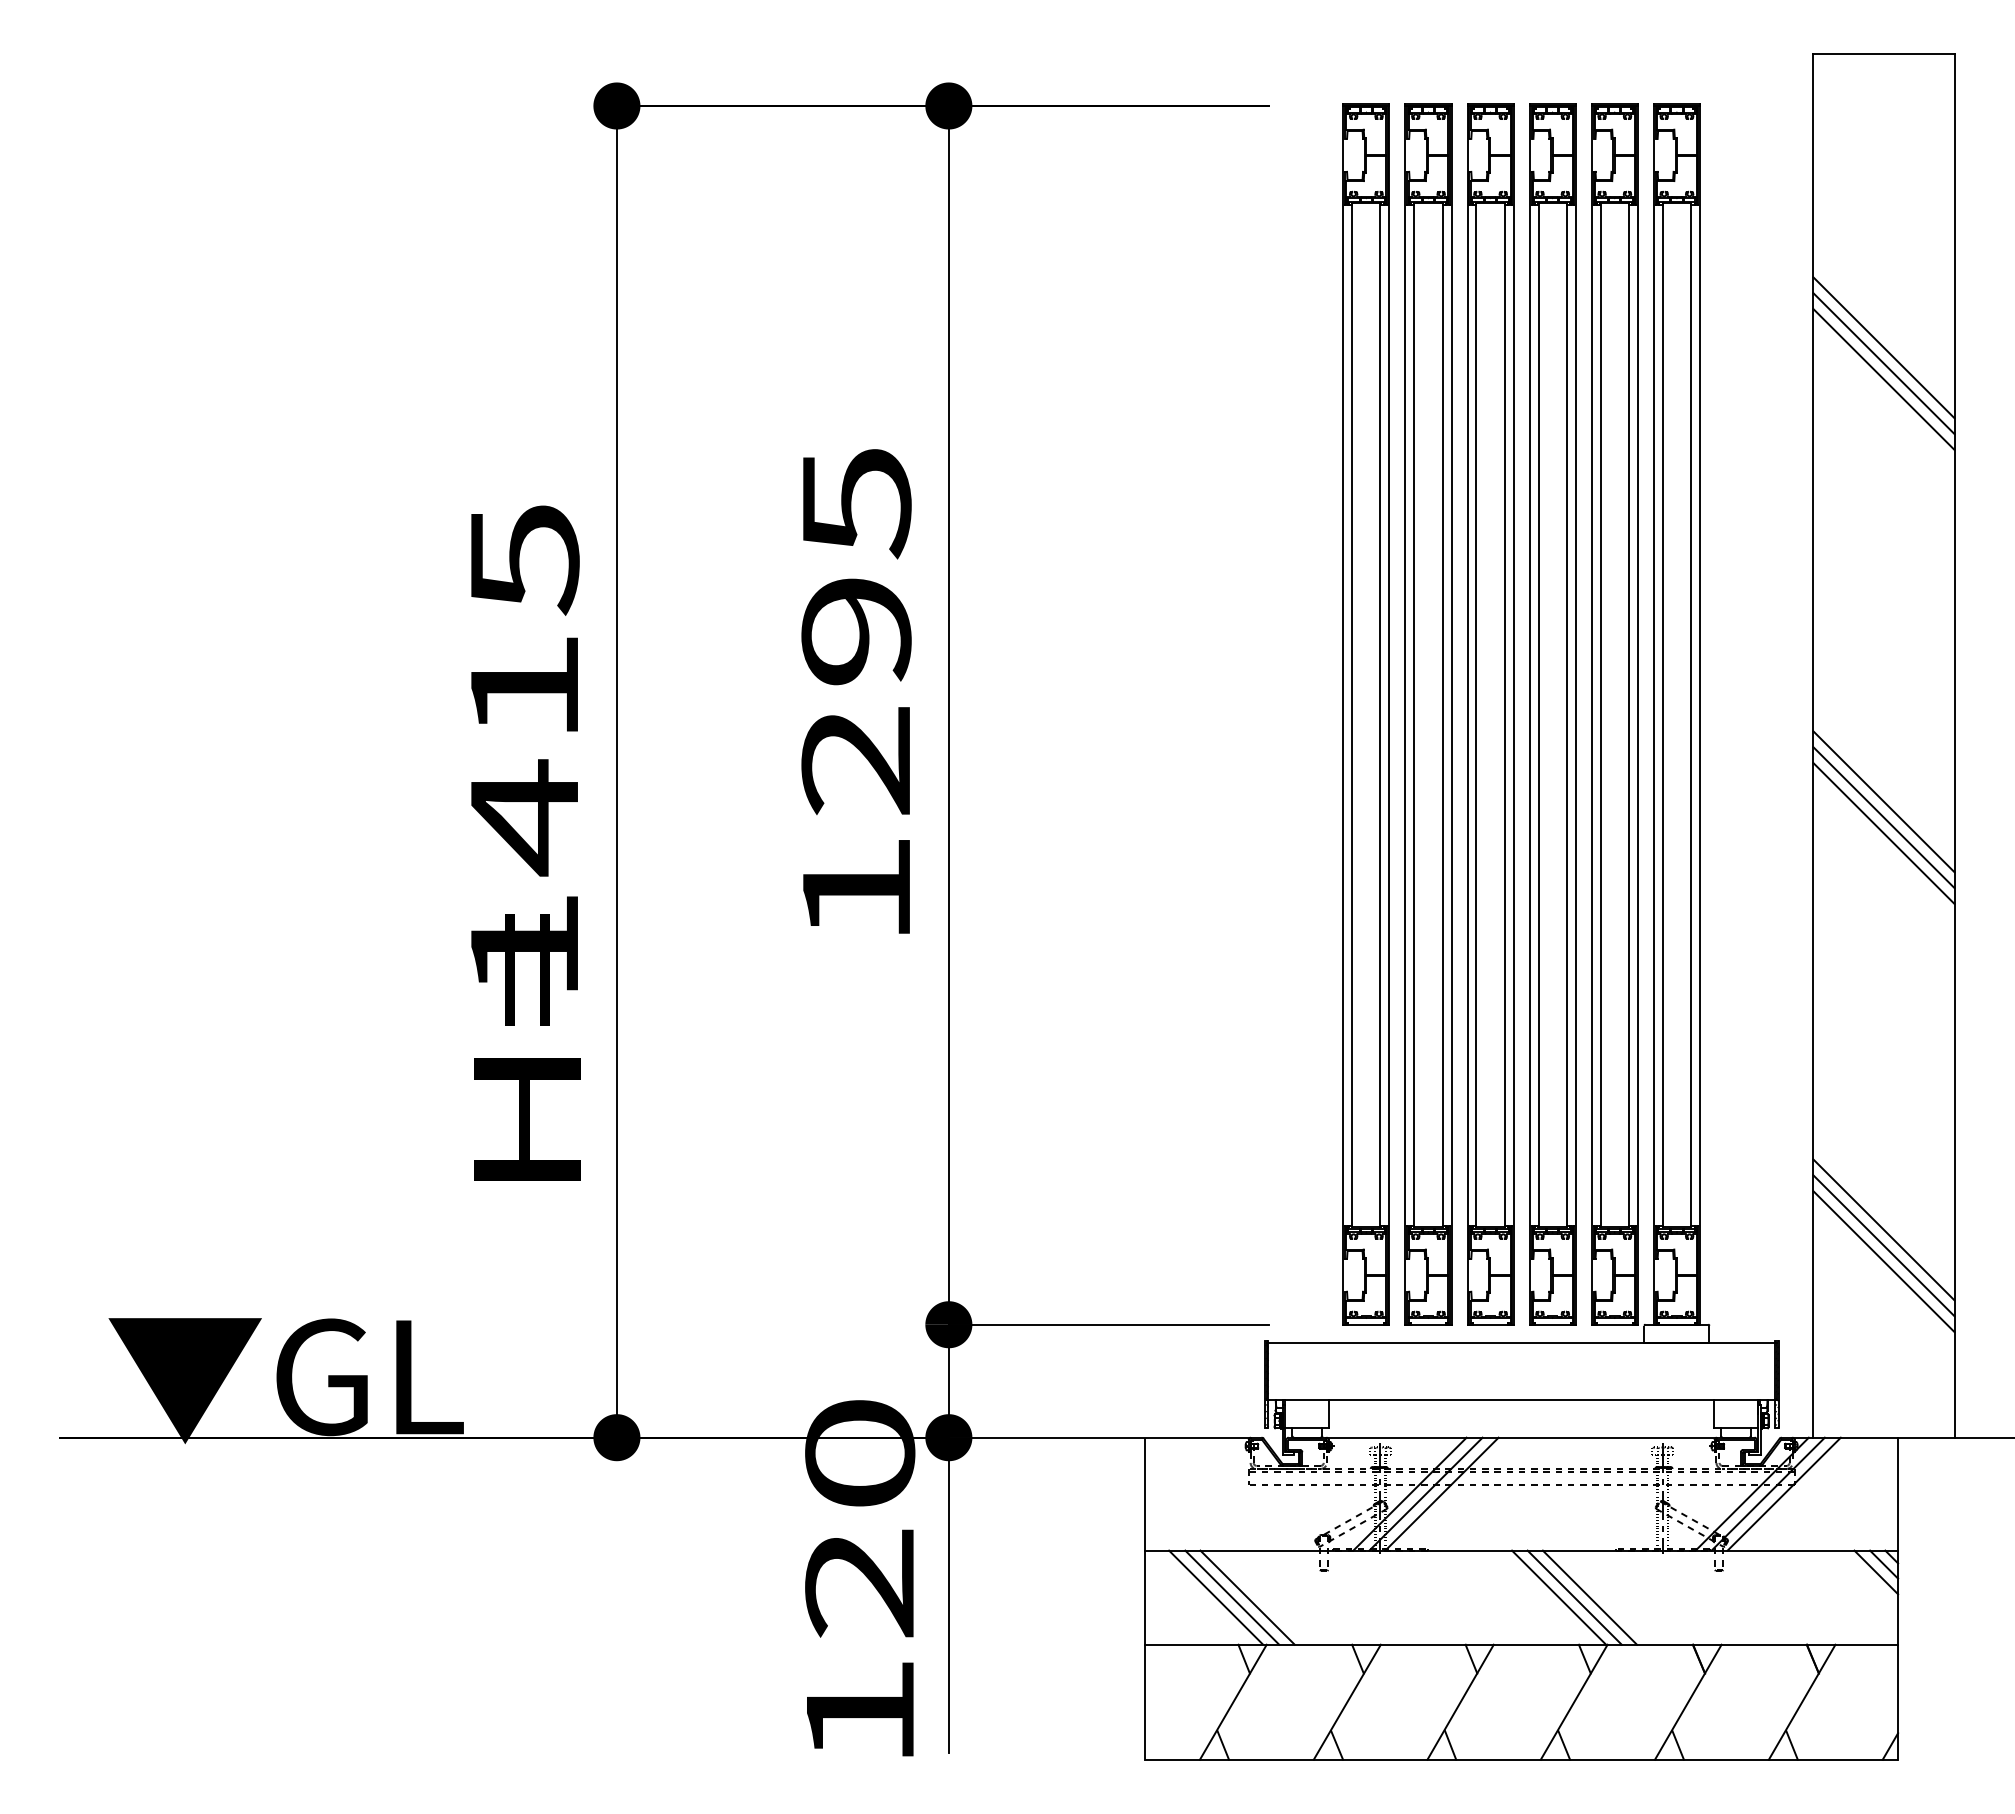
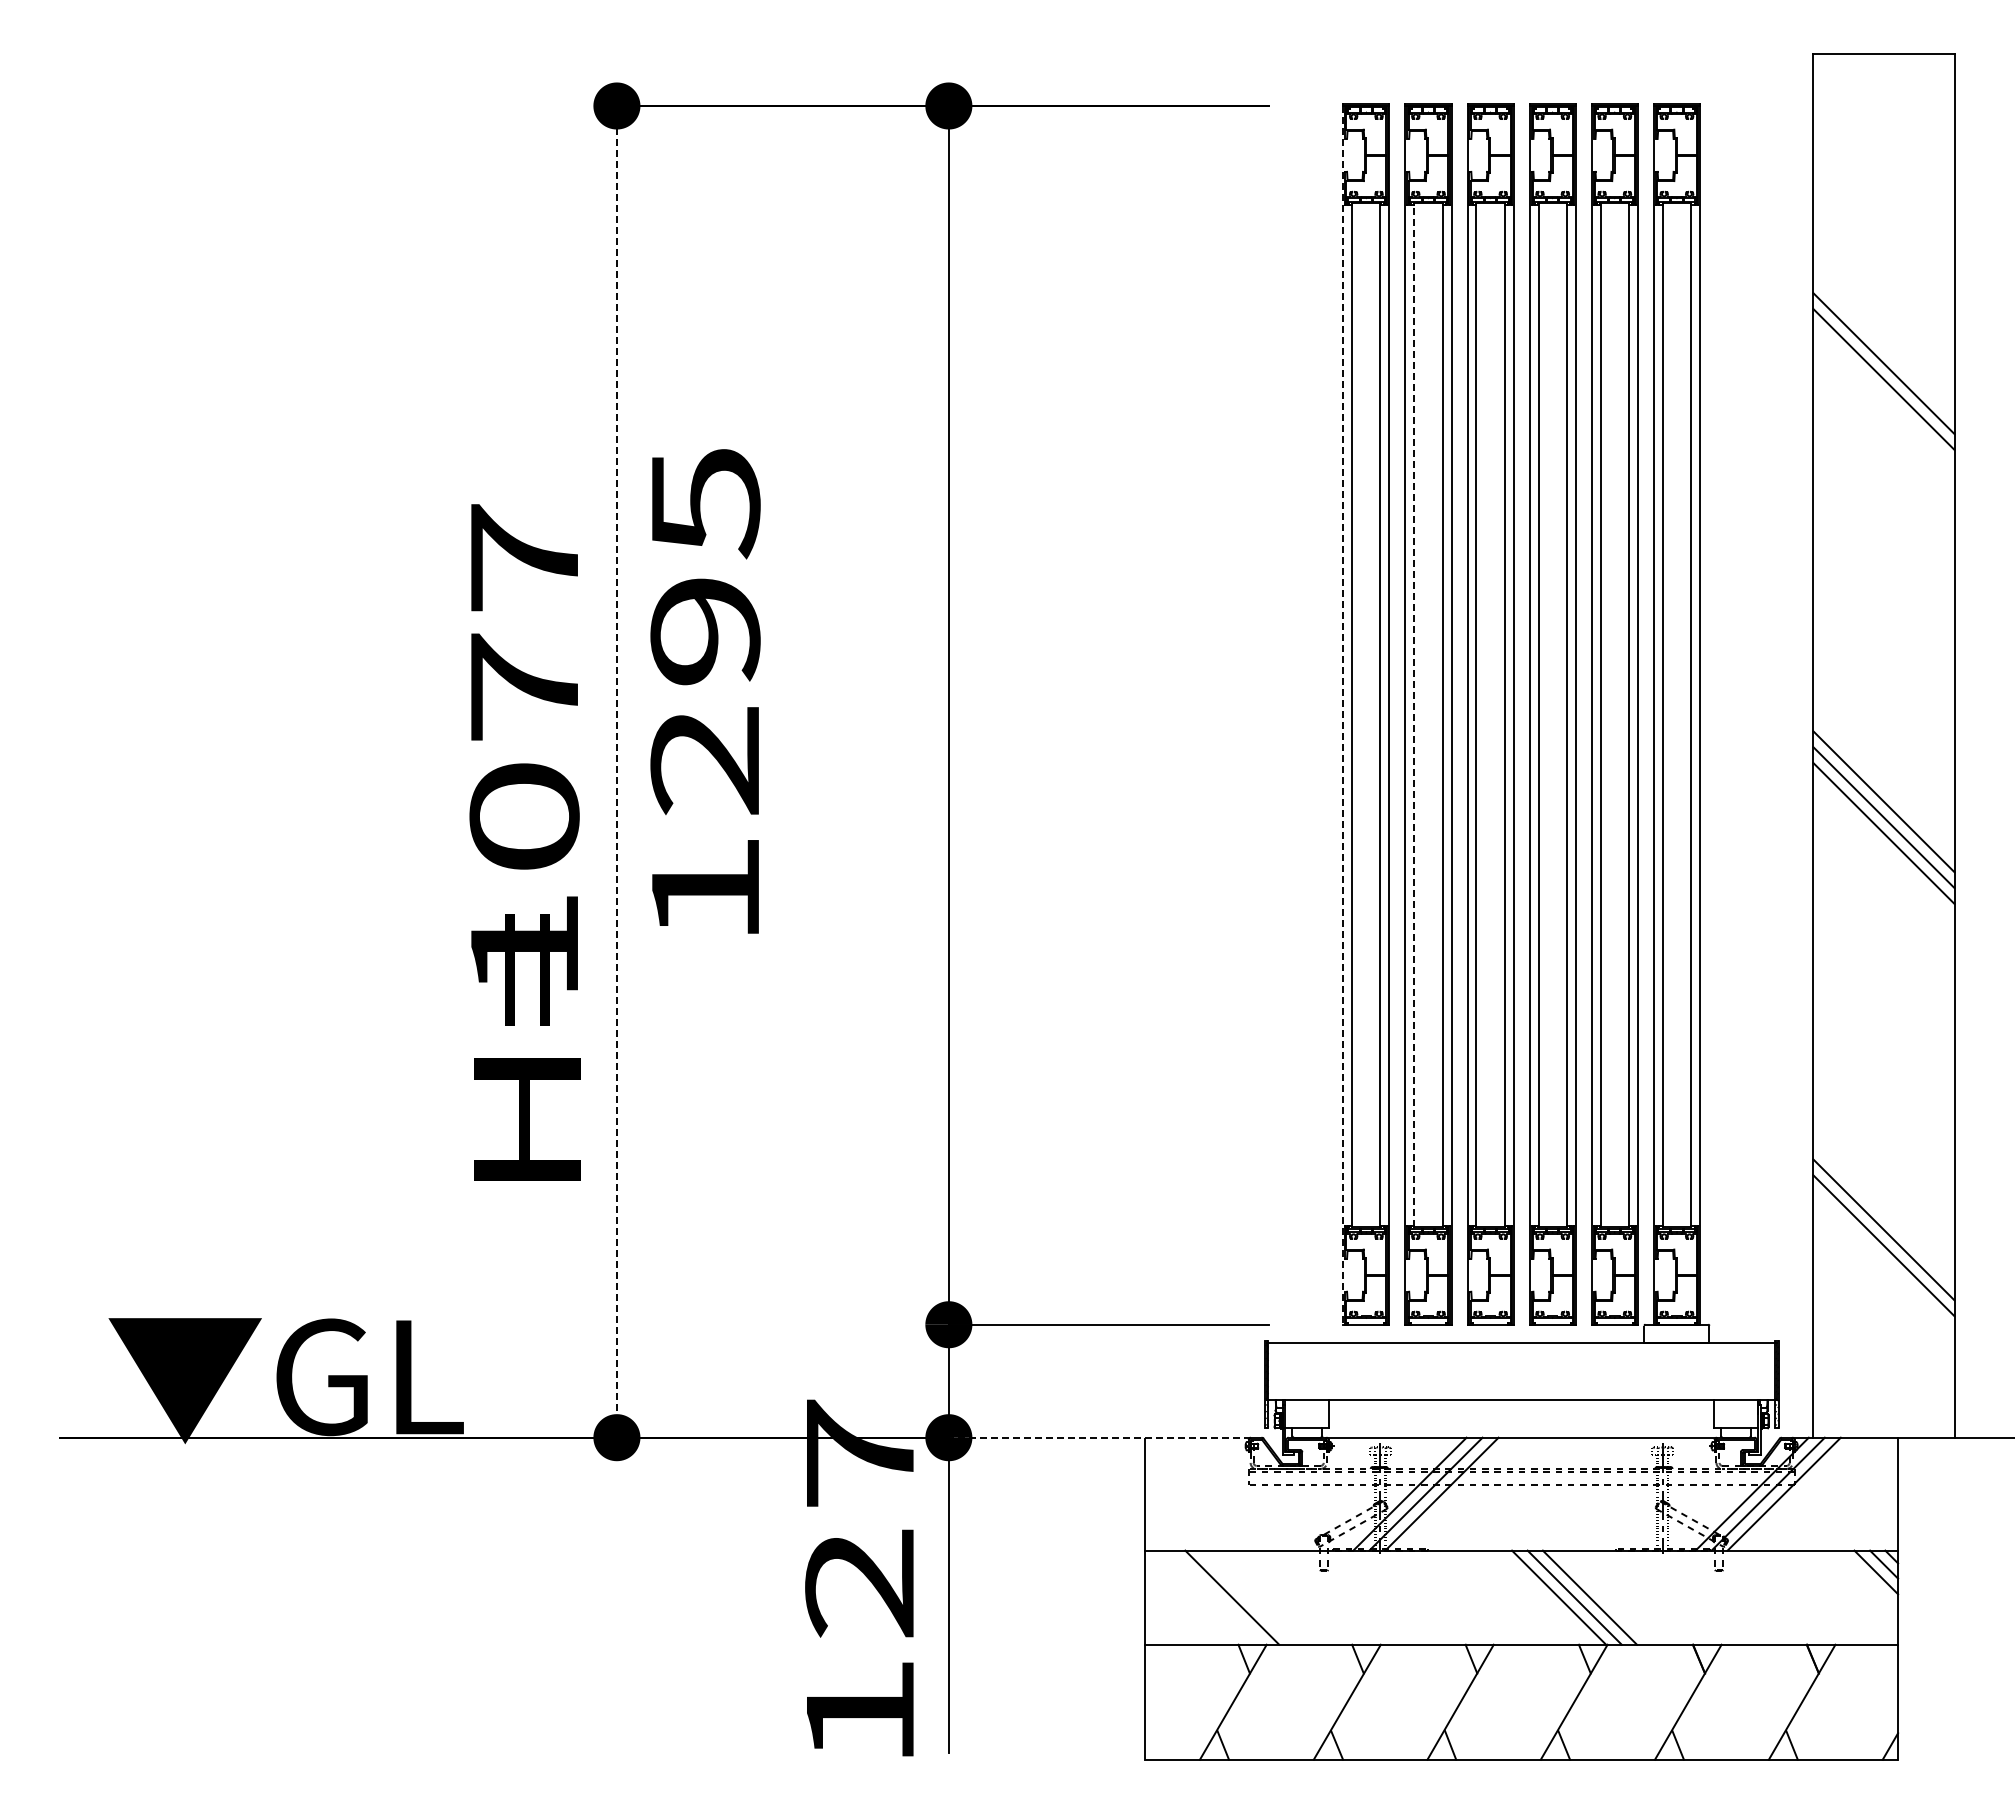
line at (1883, 347): present -> none
text at (524, 690): 1415 -> 1077
text at (856, 691) position: (856, 691) -> (705, 691)
line at (1414, 714): solid -> dashed
line at (1343, 715): solid -> dashed
line at (616, 771): solid -> dashed
line at (1883, 1261): present -> none
line at (1099, 1437): solid -> dashed
text at (860, 1452): 120 -> 127
line at (1216, 1597): present -> none
line at (1247, 1597): present -> none
